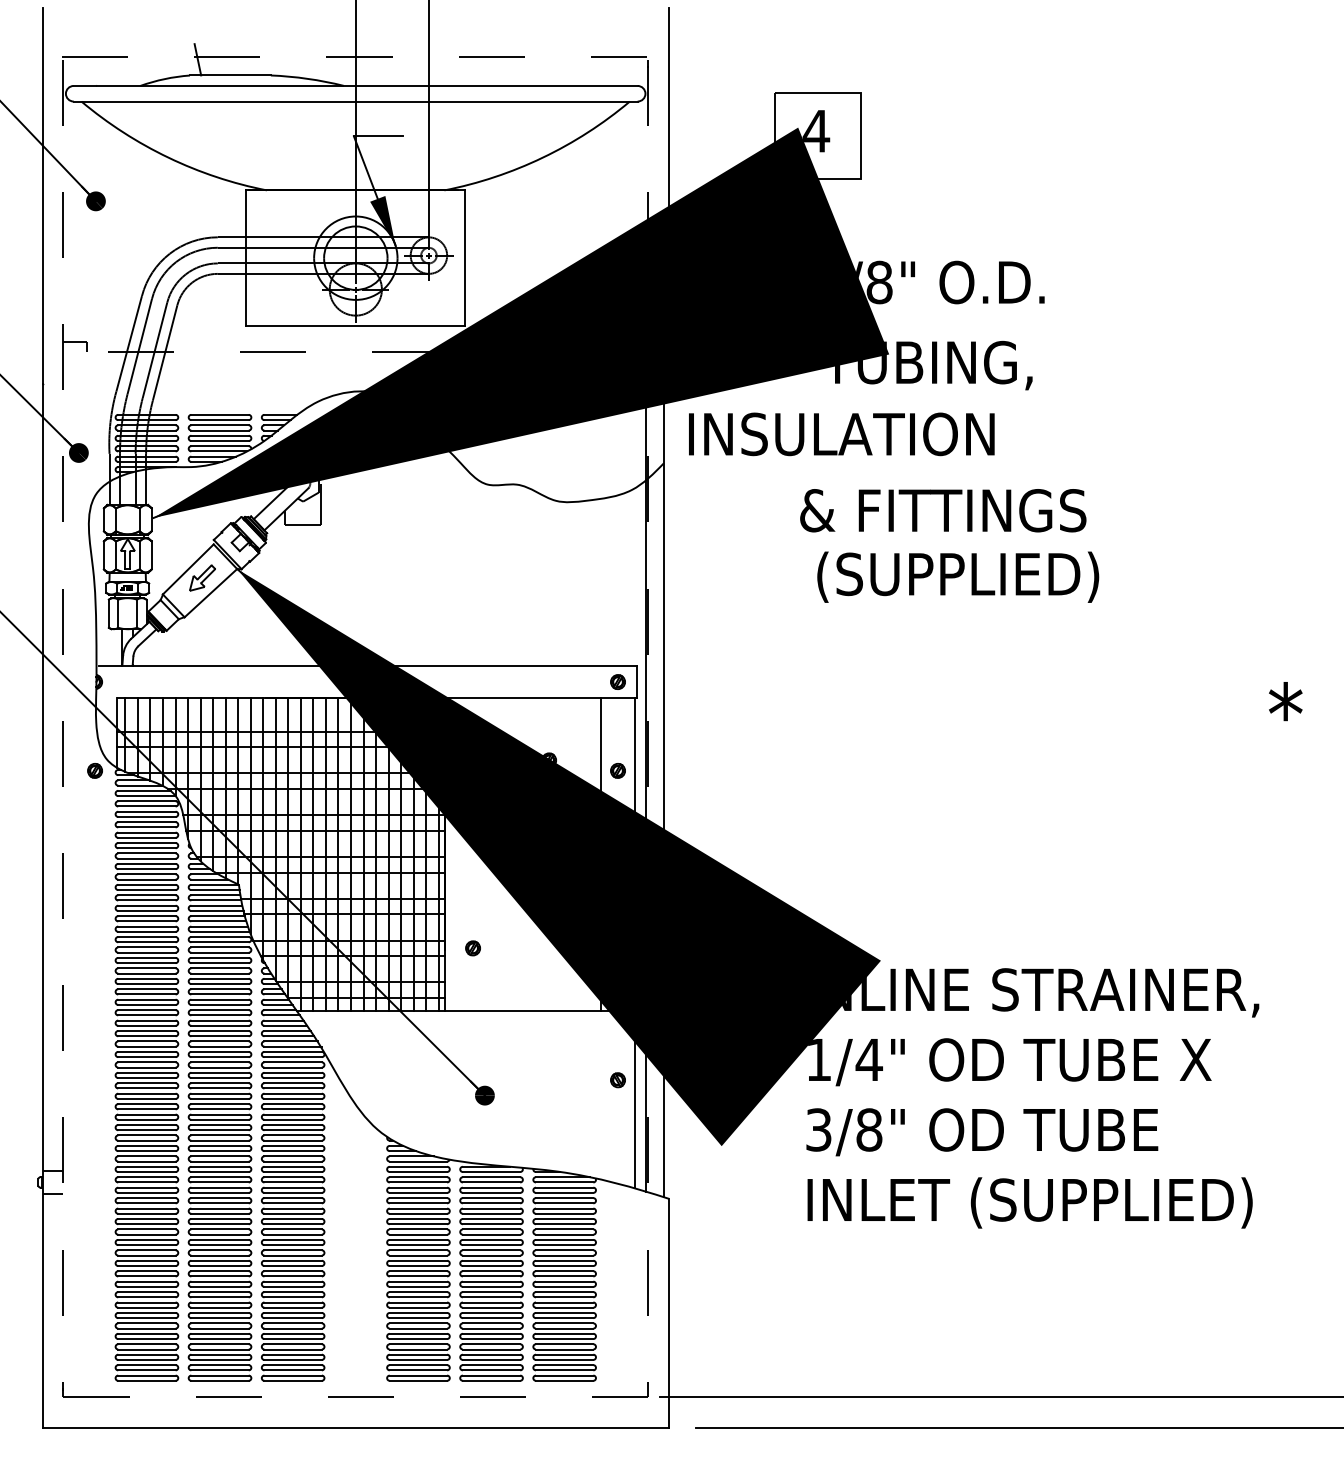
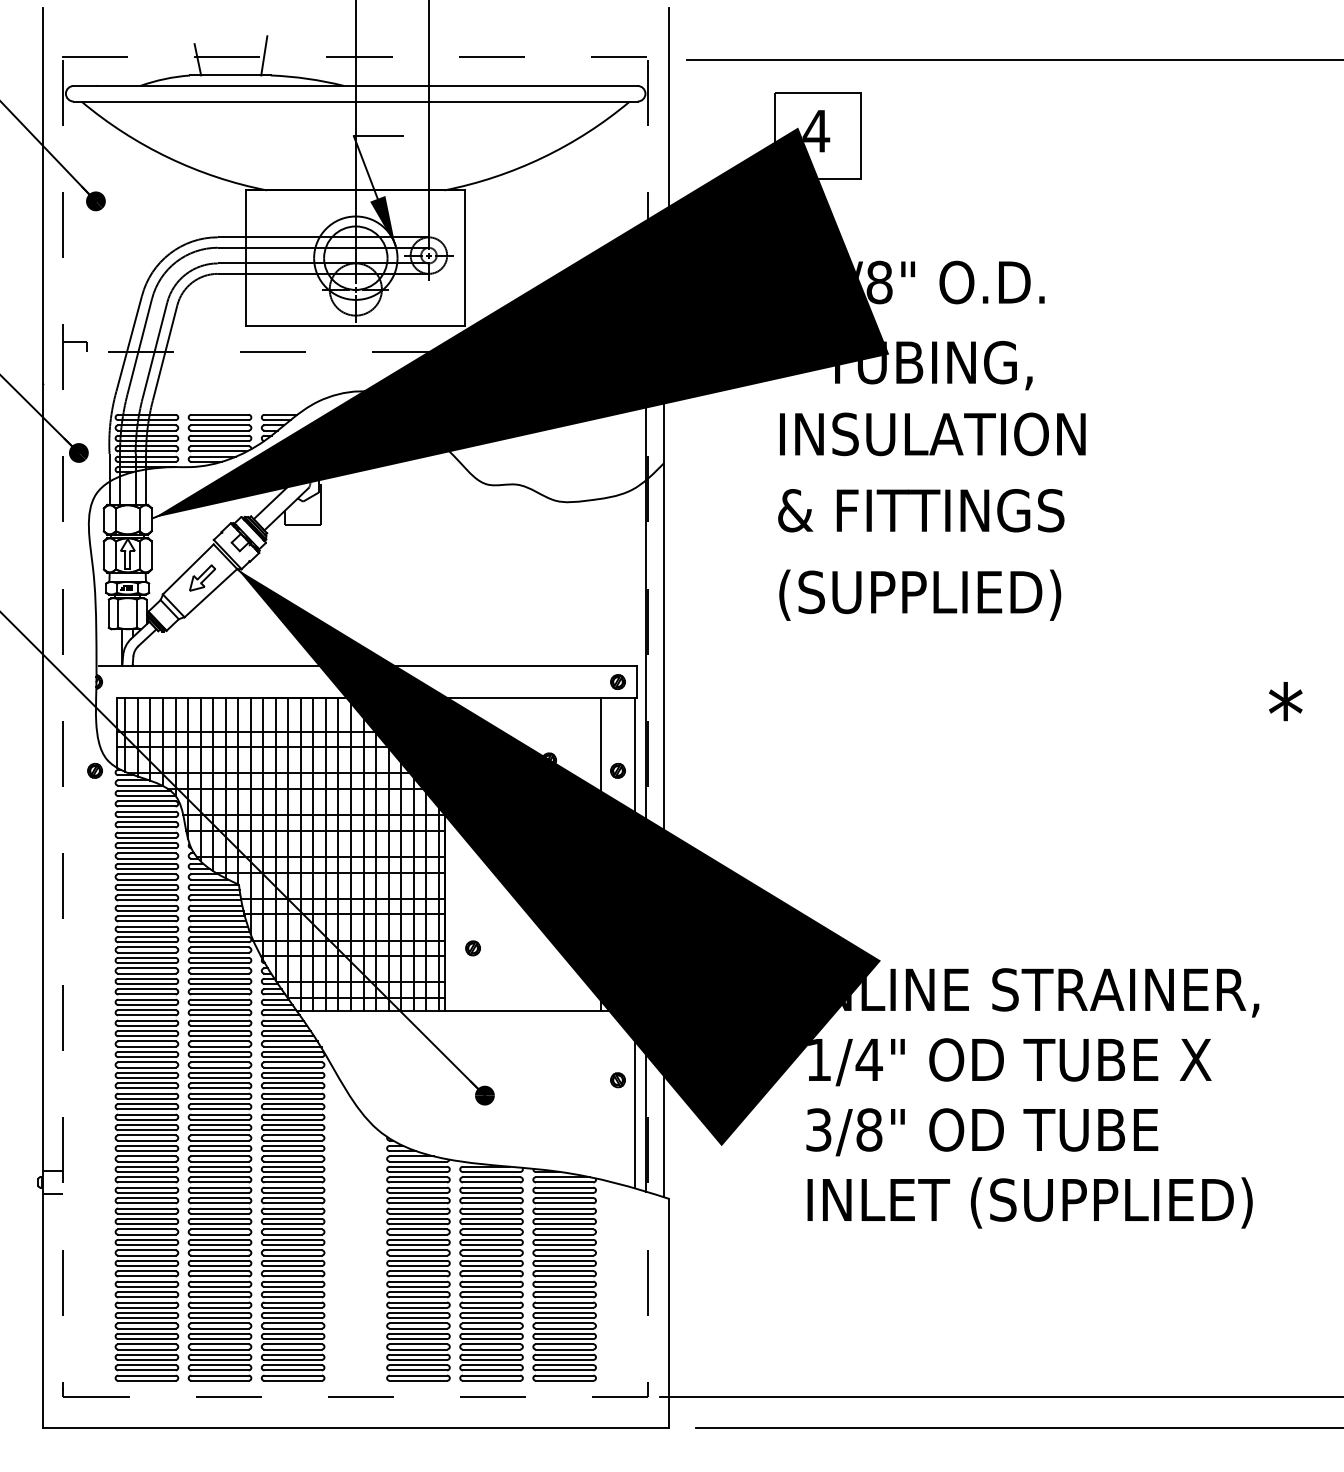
line at (264, 55): none -> present
line at (1013, 59): none -> present
text at (841, 434) position: (841, 434) -> (932, 434)
text at (943, 510) position: (943, 510) -> (921, 510)
text at (958, 576) position: (958, 576) -> (920, 594)
